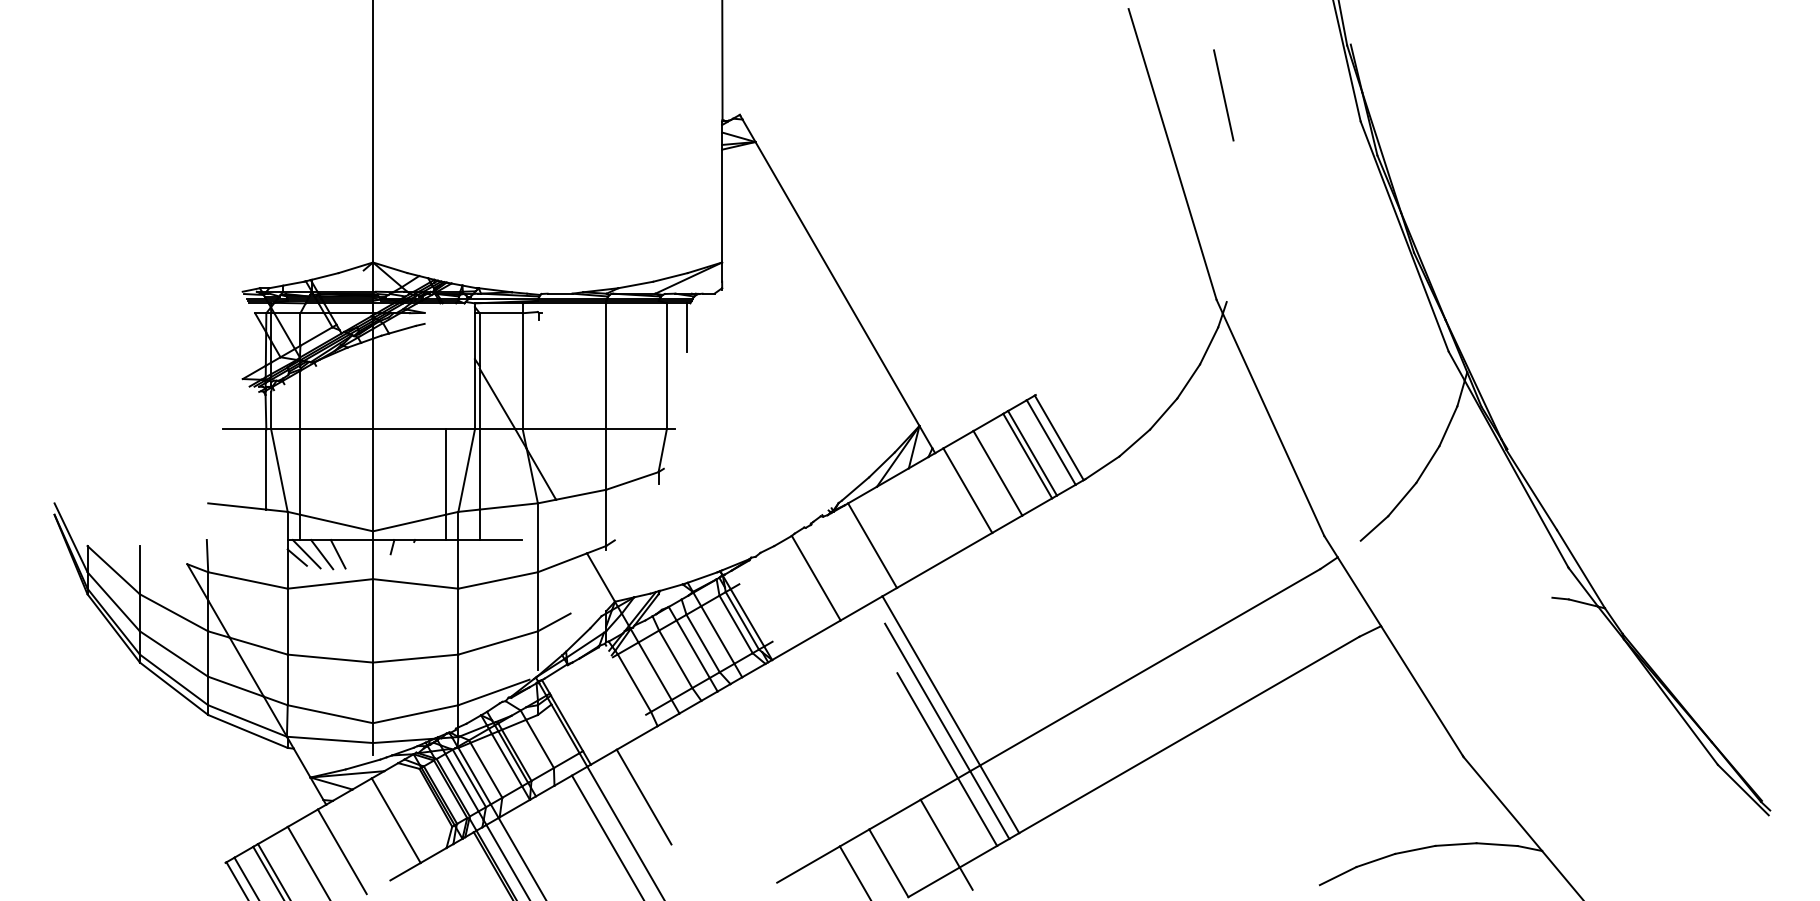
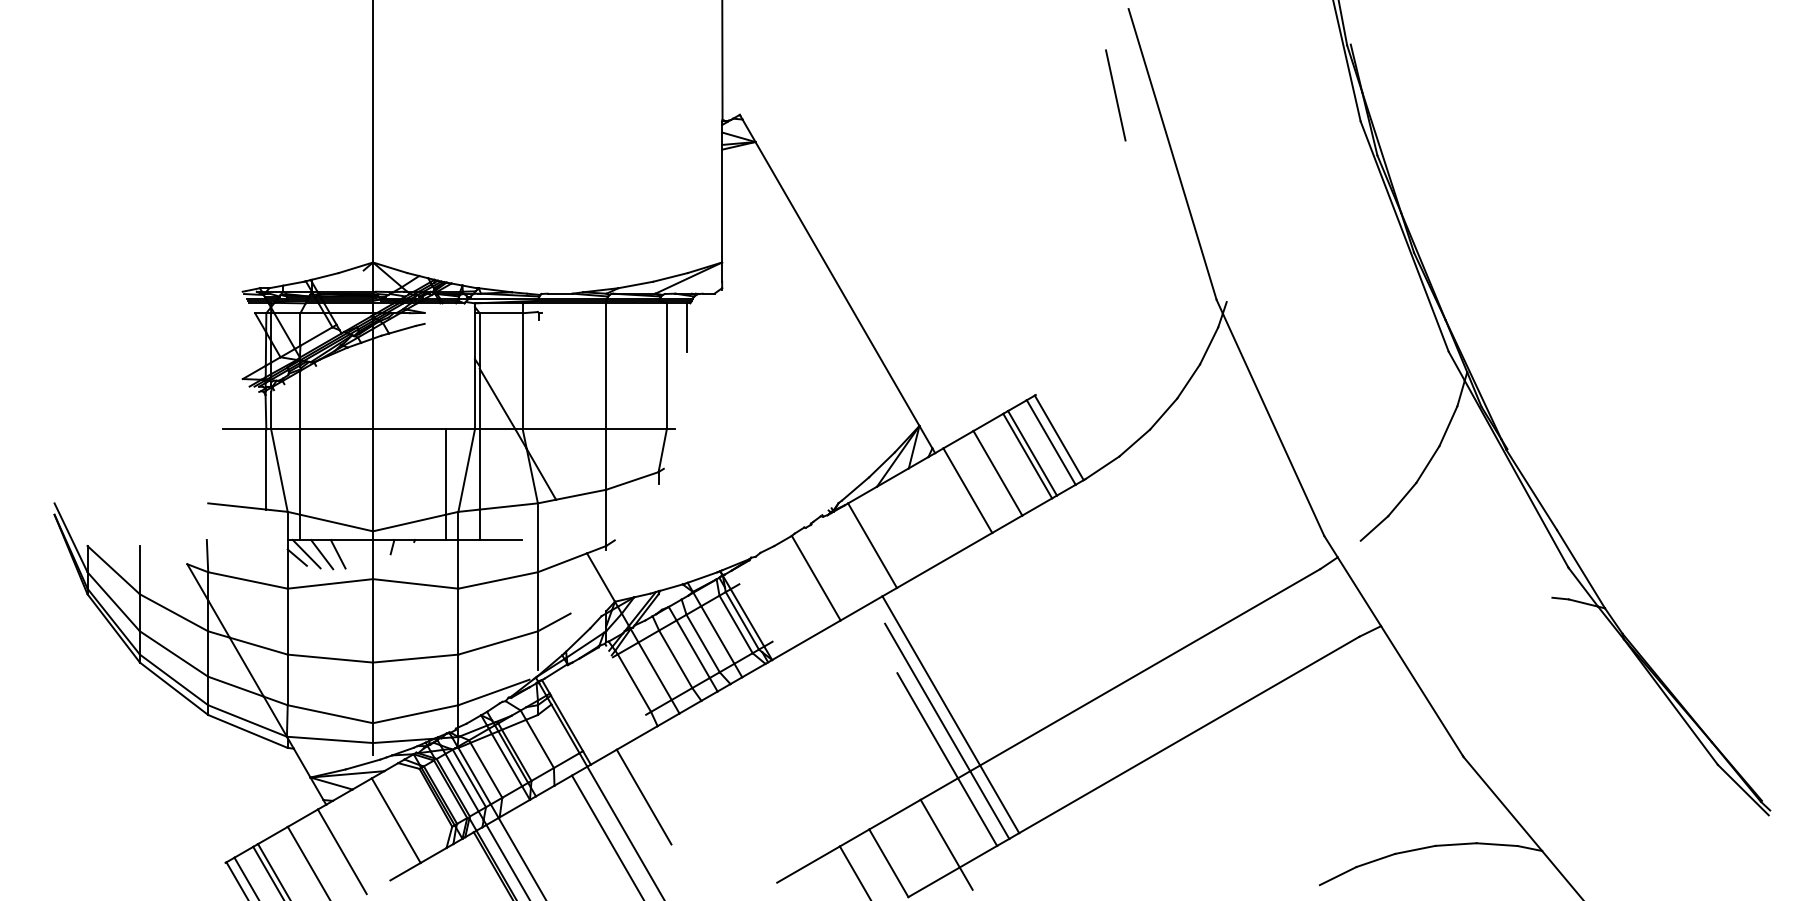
line at (1223, 95) position: (1223, 95) -> (1115, 95)
